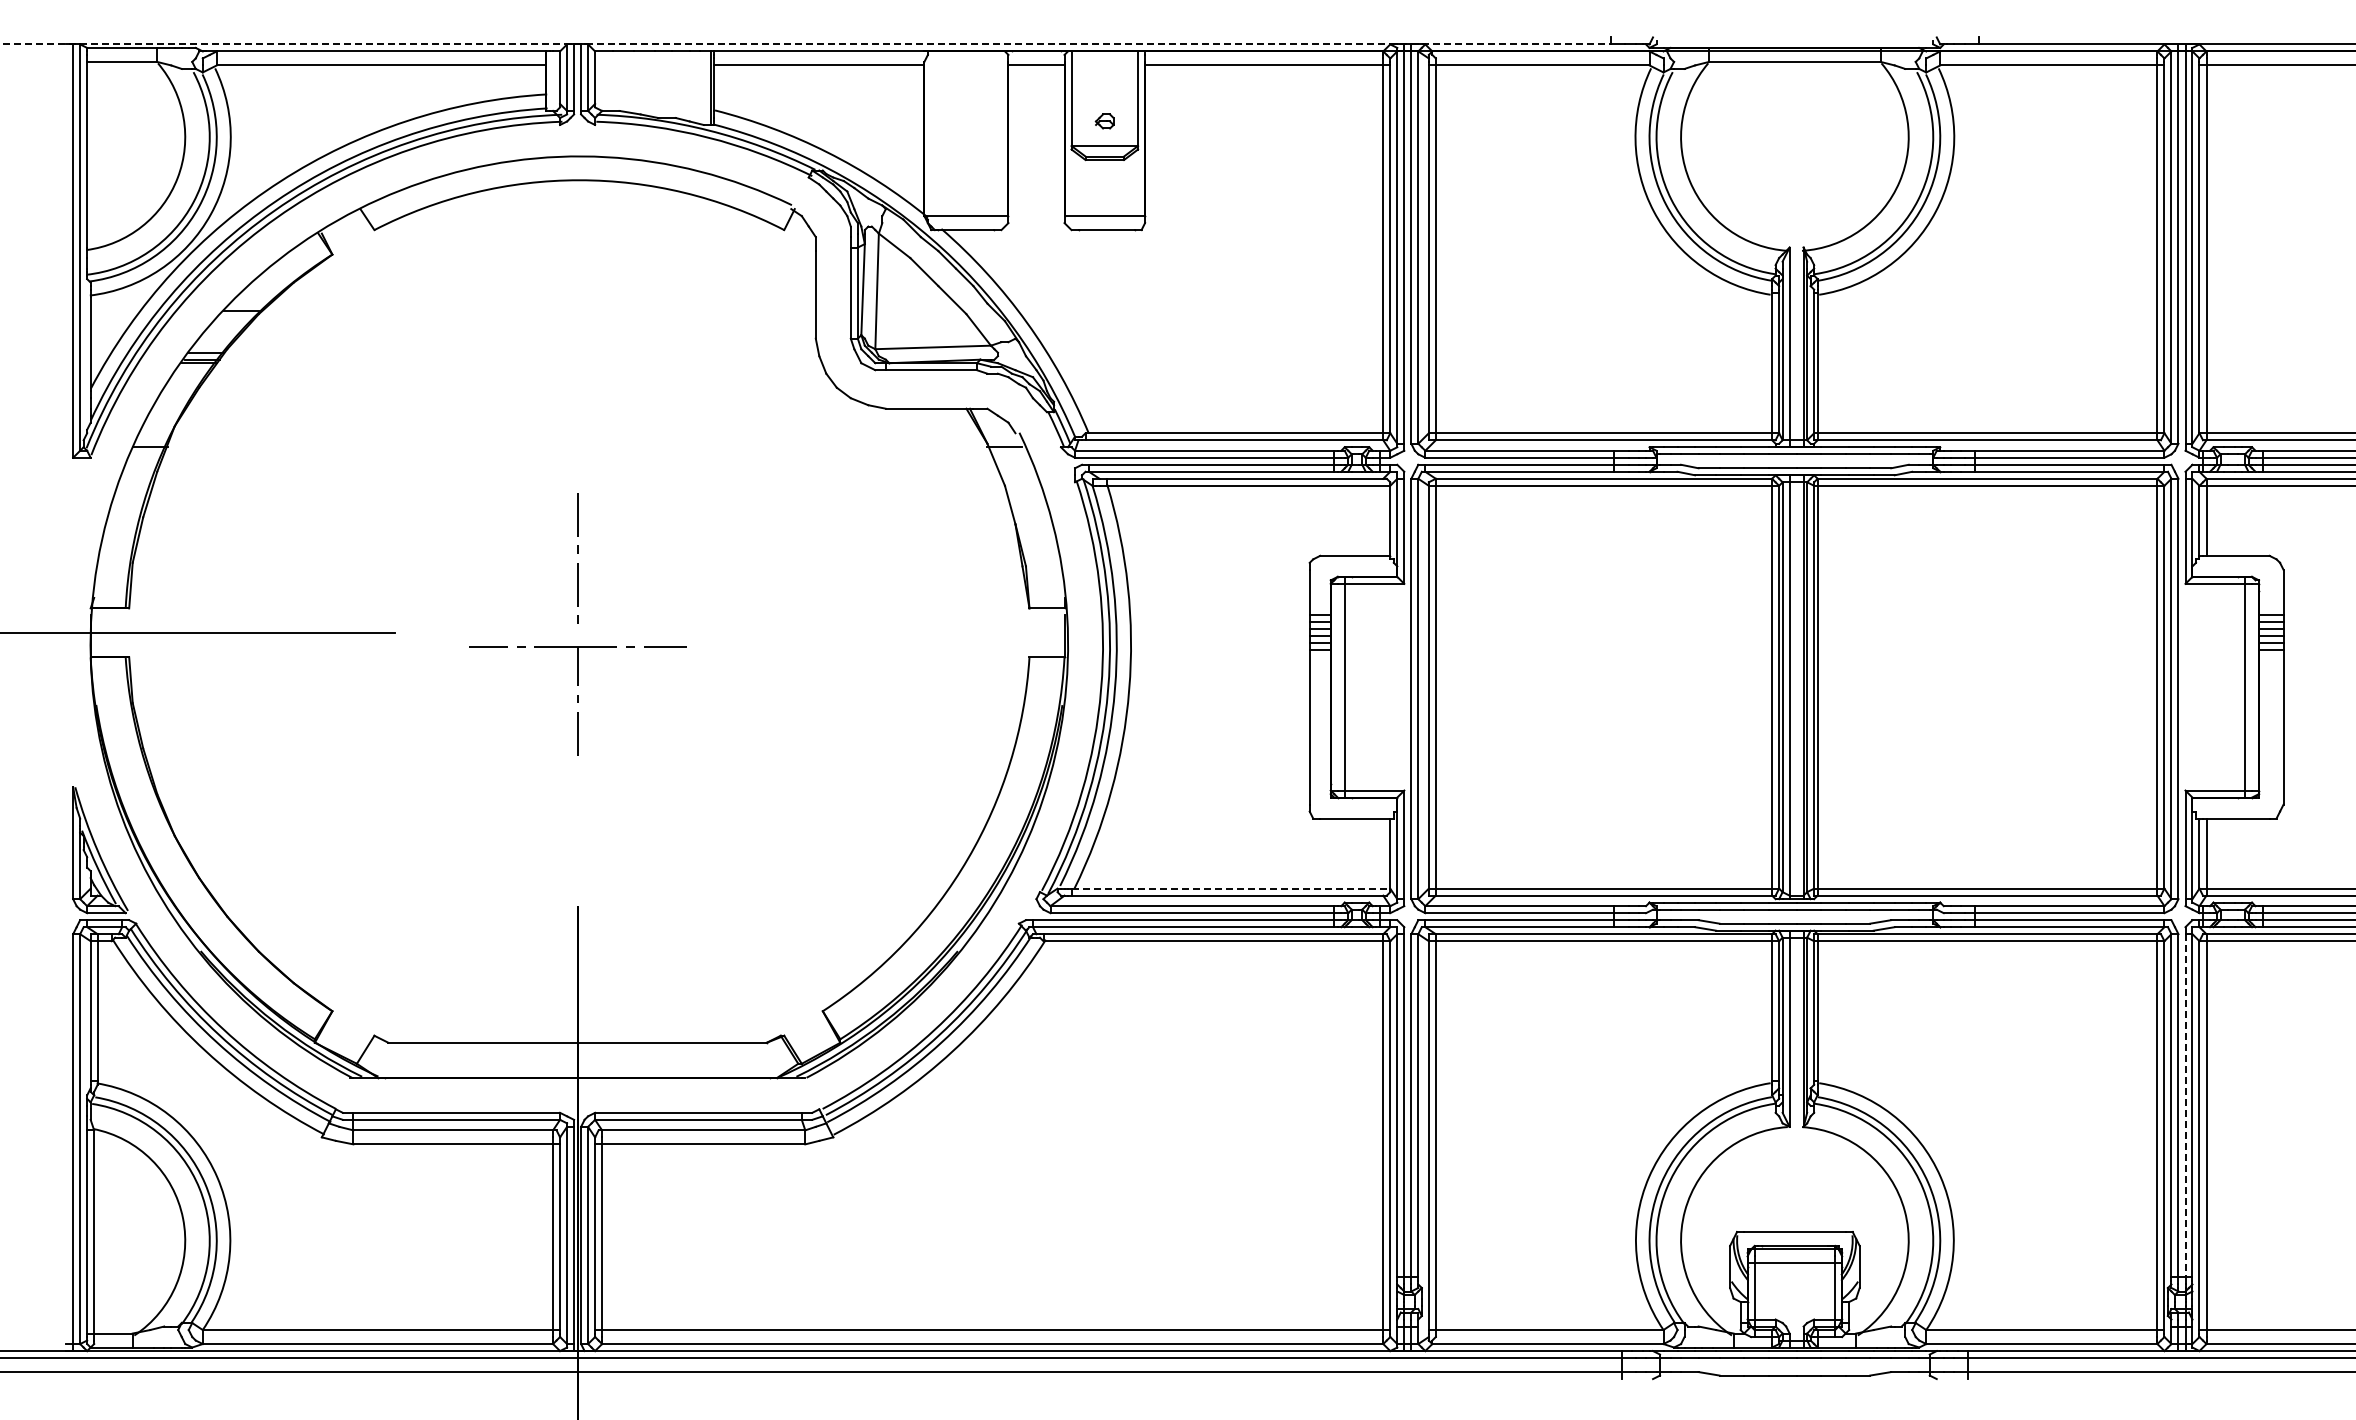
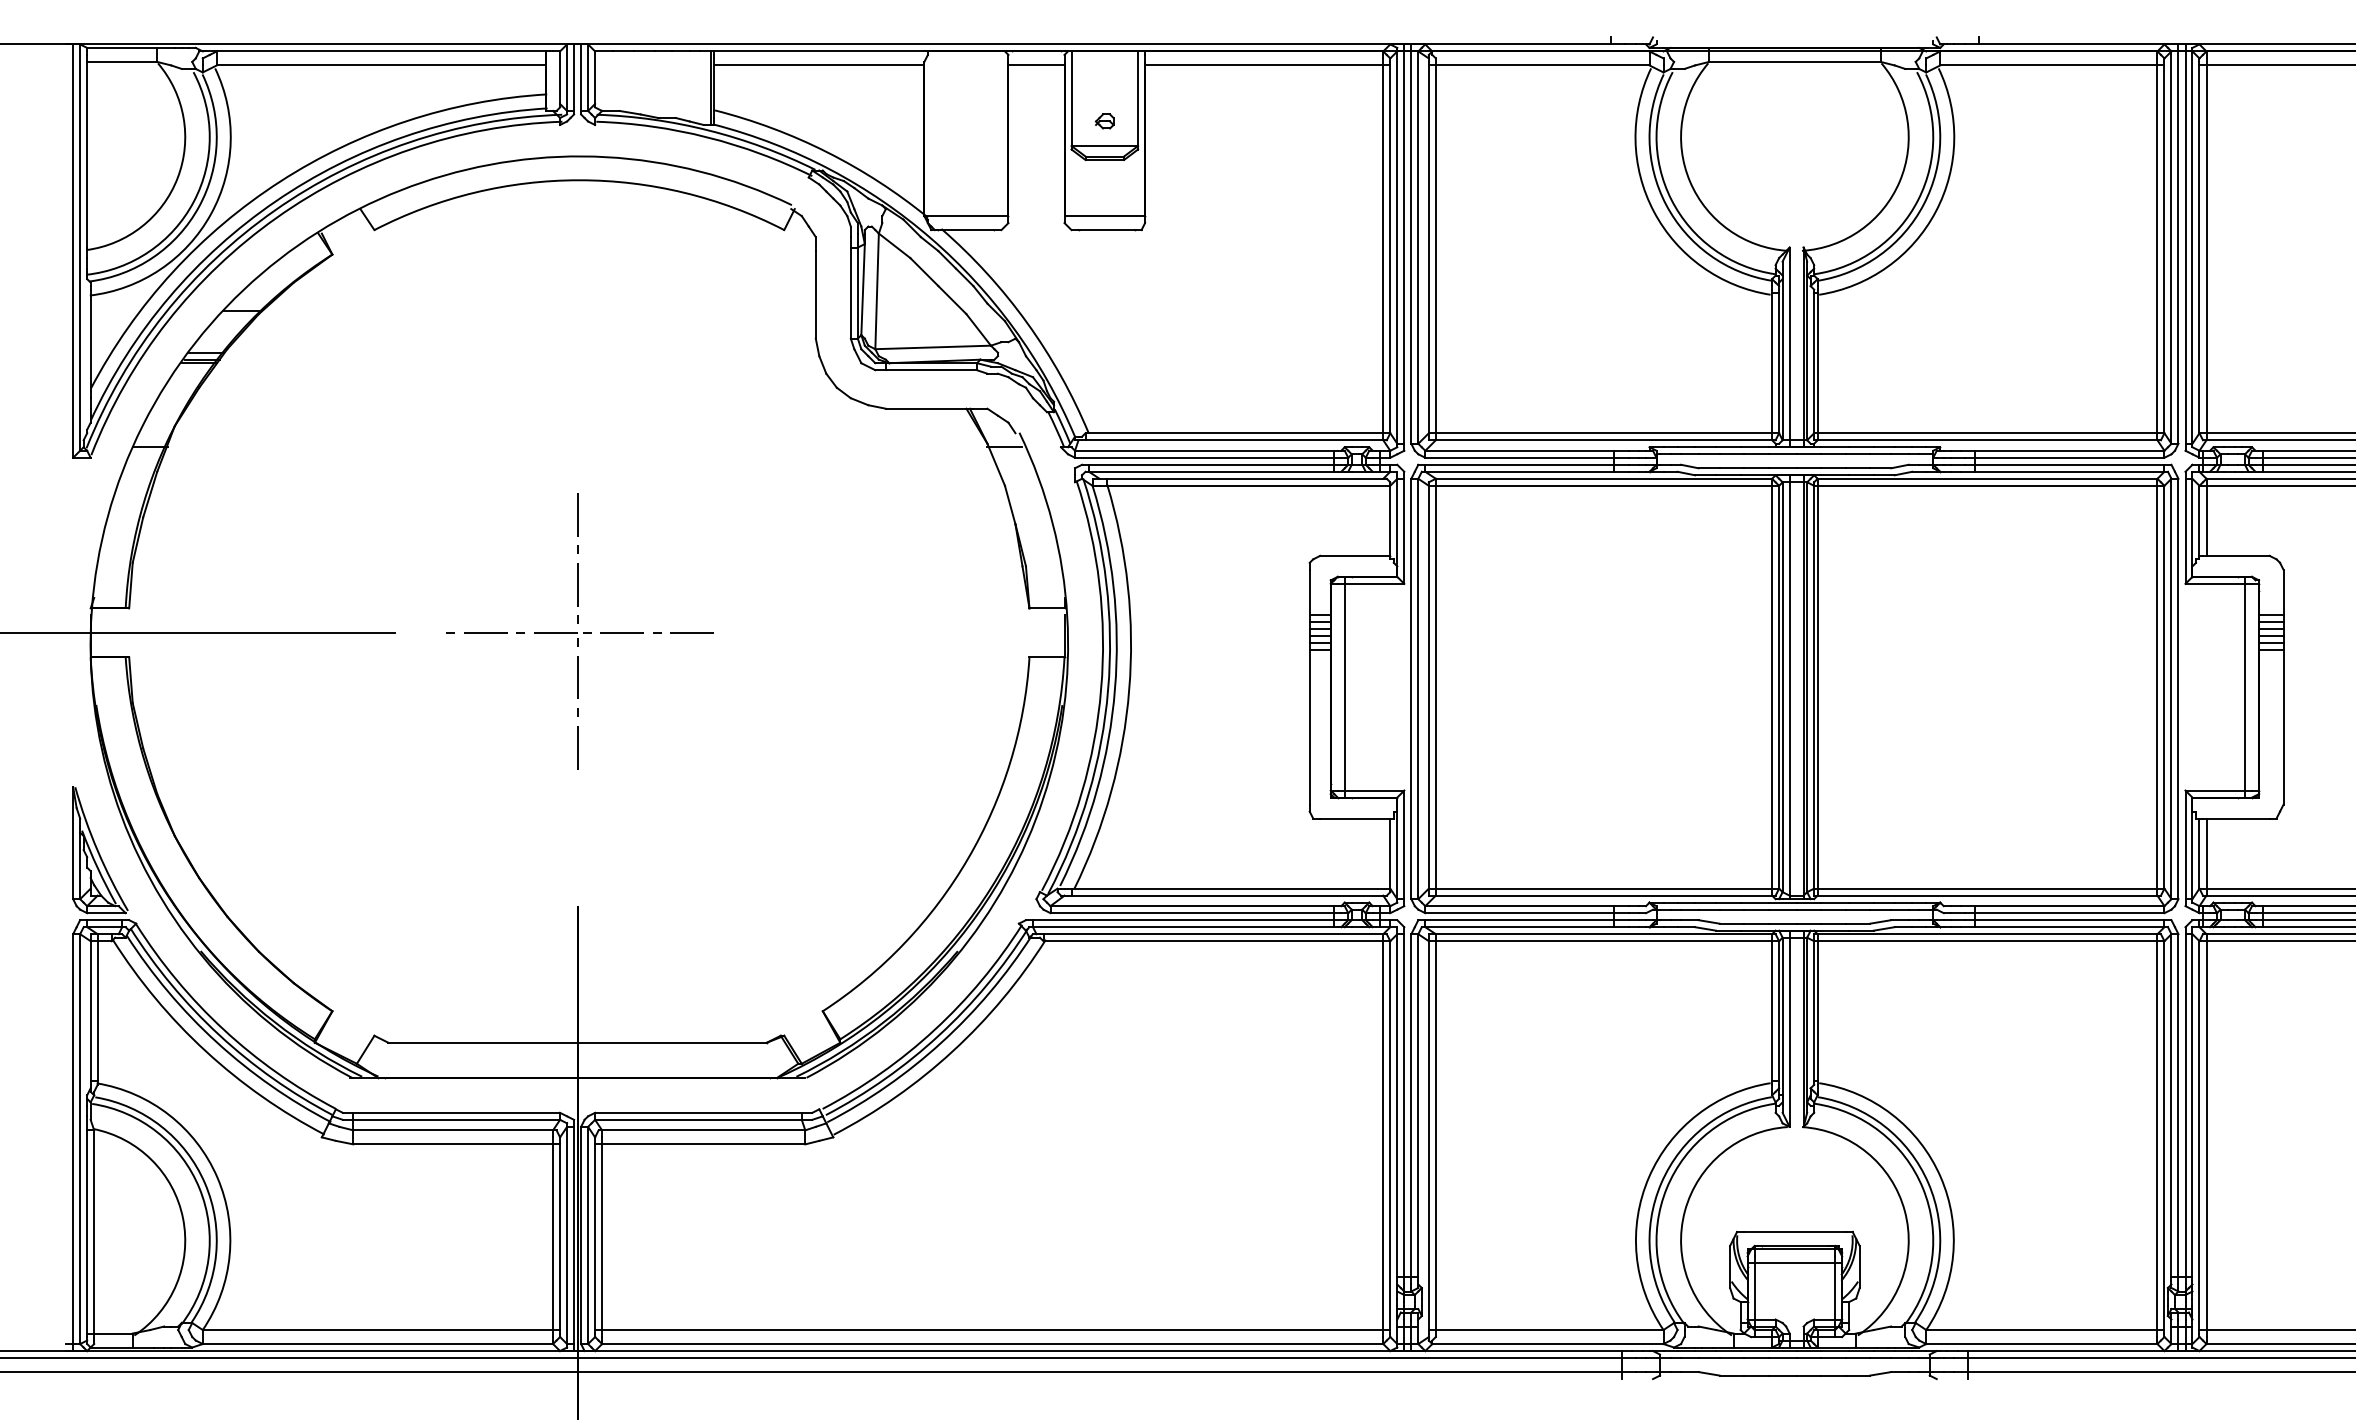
line at (806, 44): dashed -> solid
part at (577, 700) size: 218x110 px -> 268x138 px
line at (1231, 888): dashed -> solid
line at (2185, 1105): dashed -> solid
